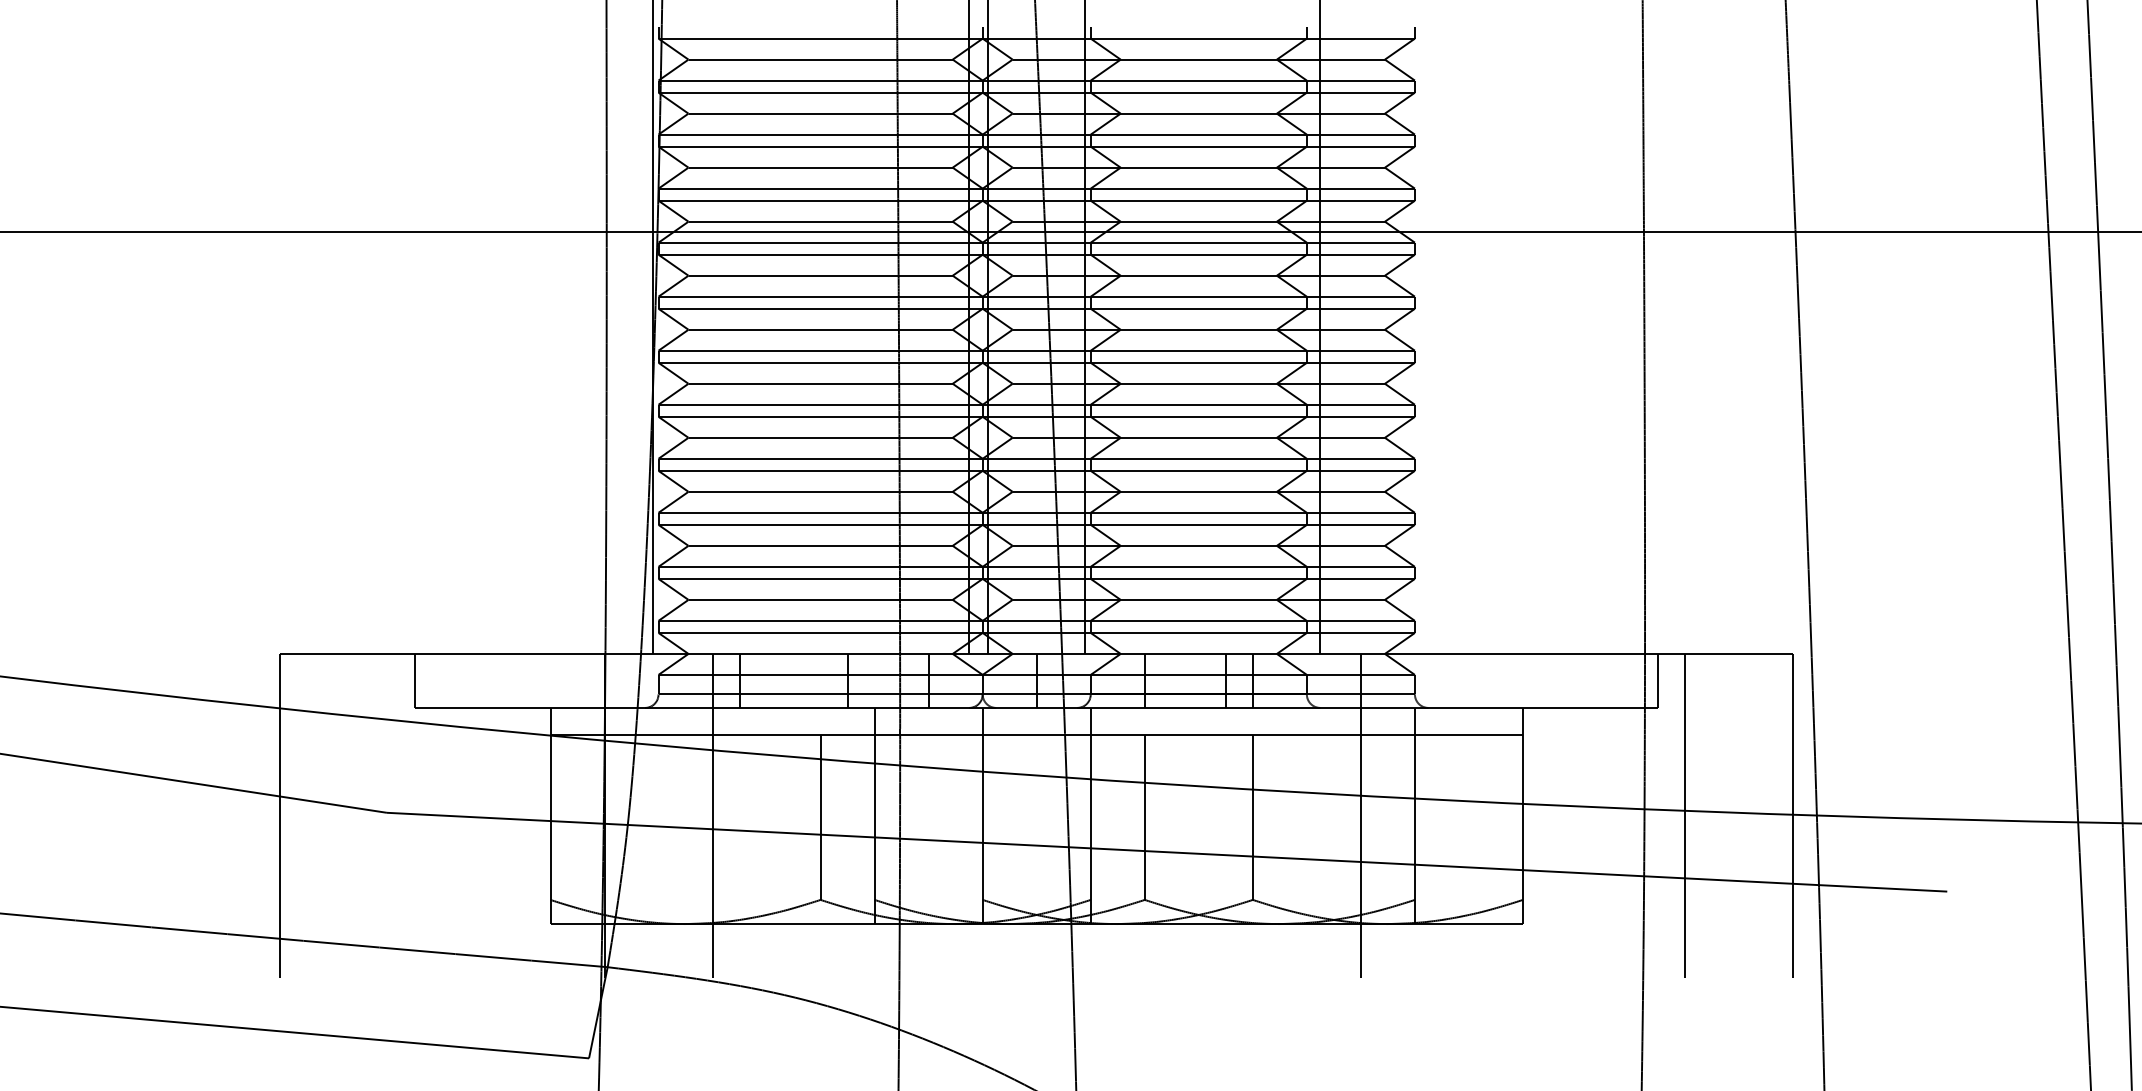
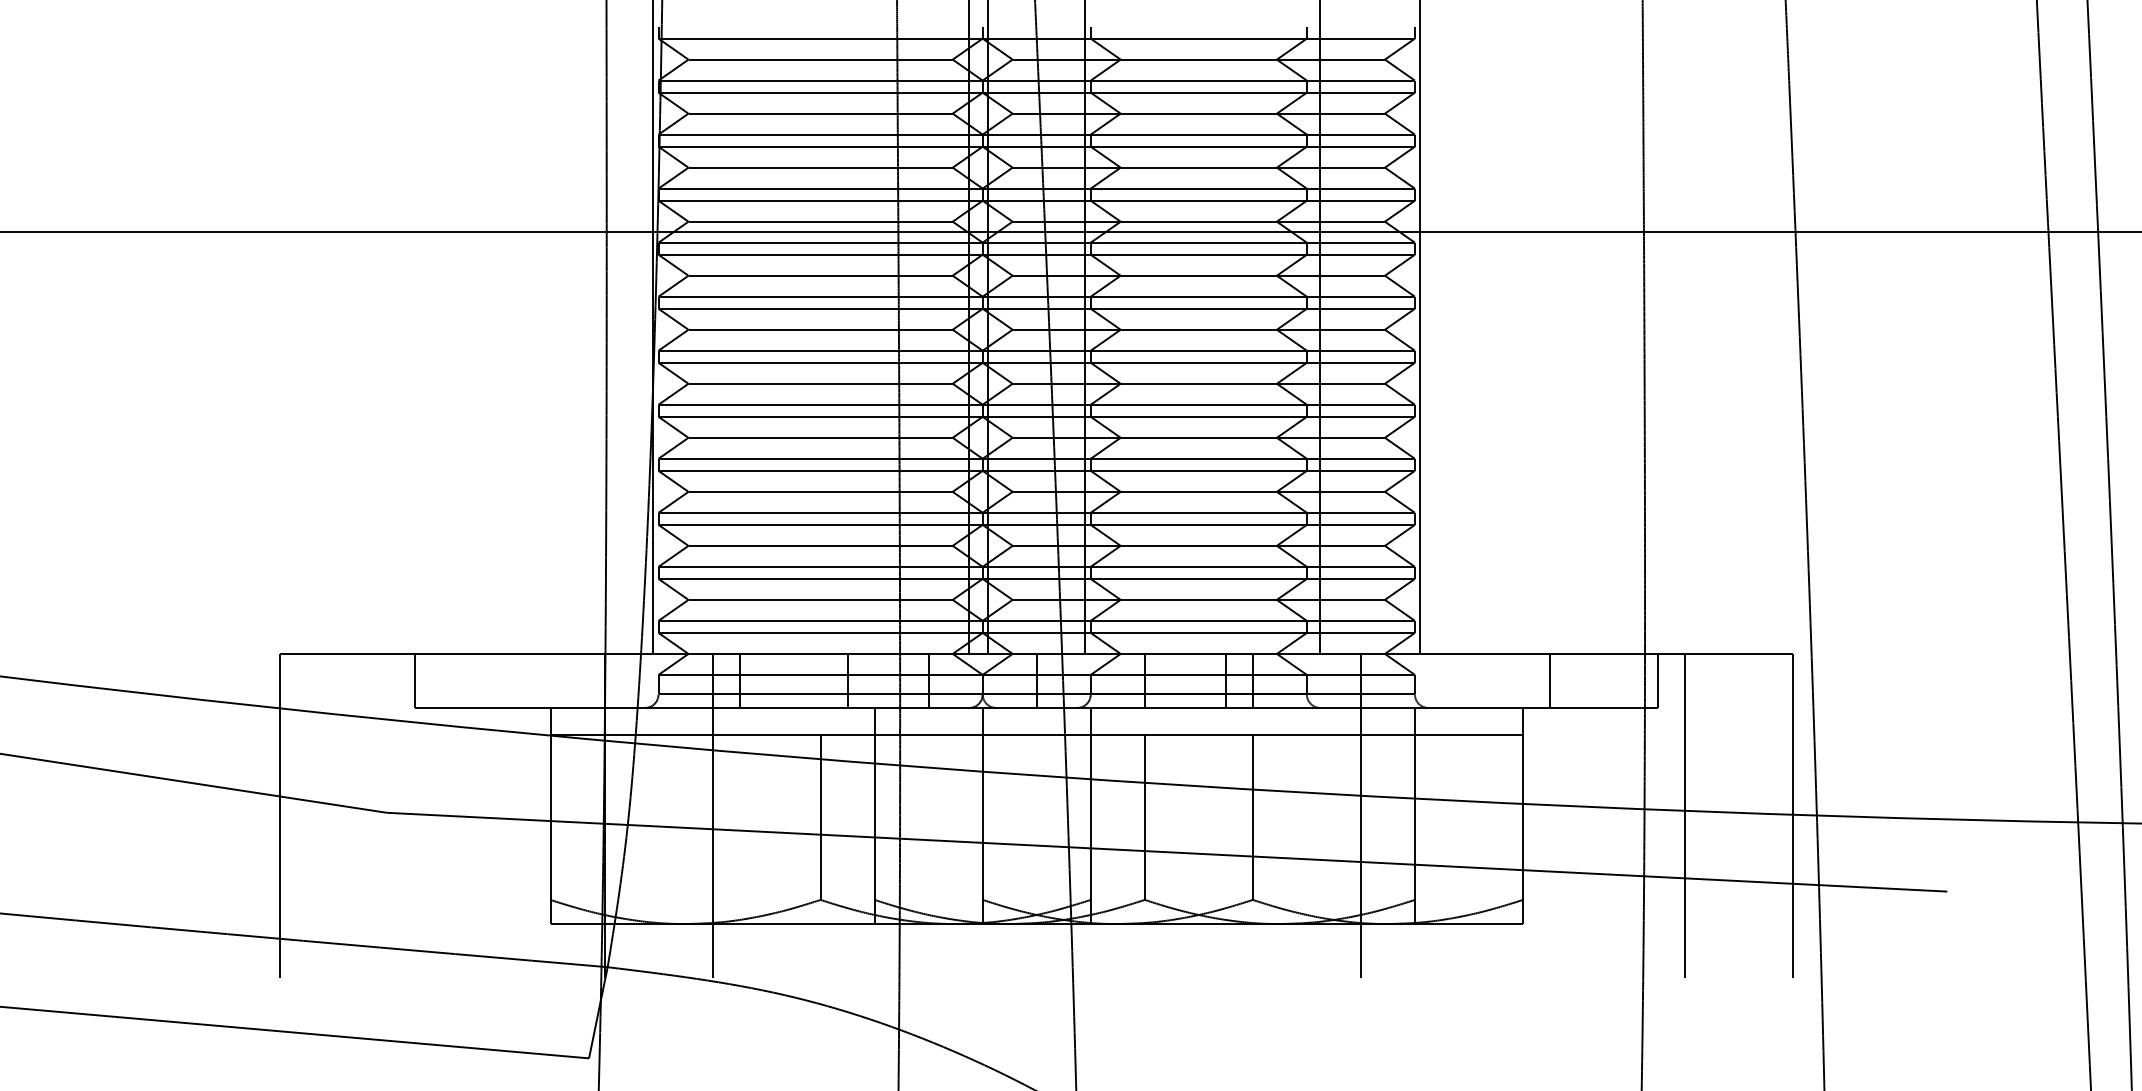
line at (1420, 327): none -> present
line at (1549, 680): none -> present
